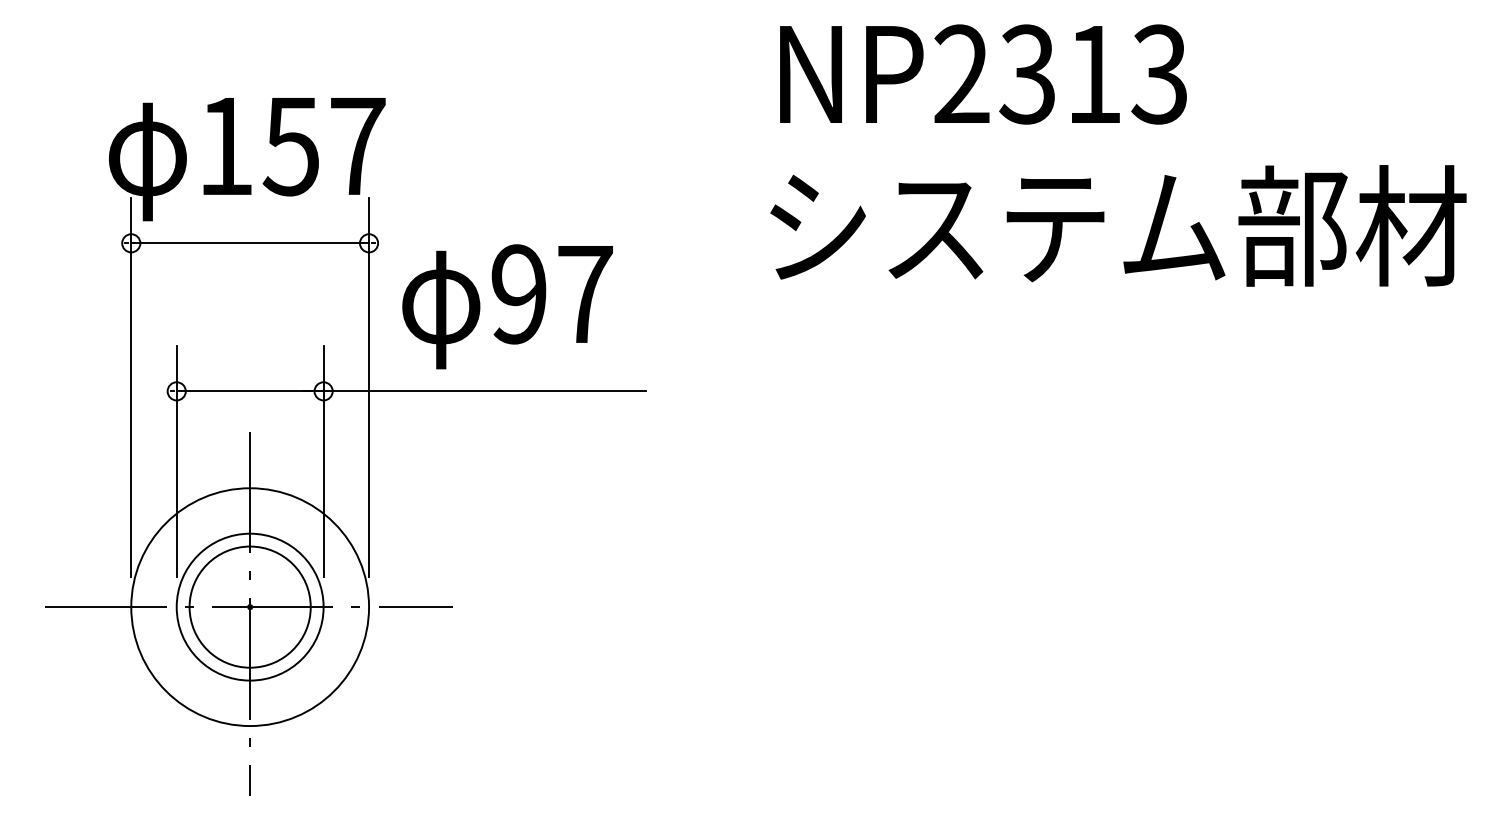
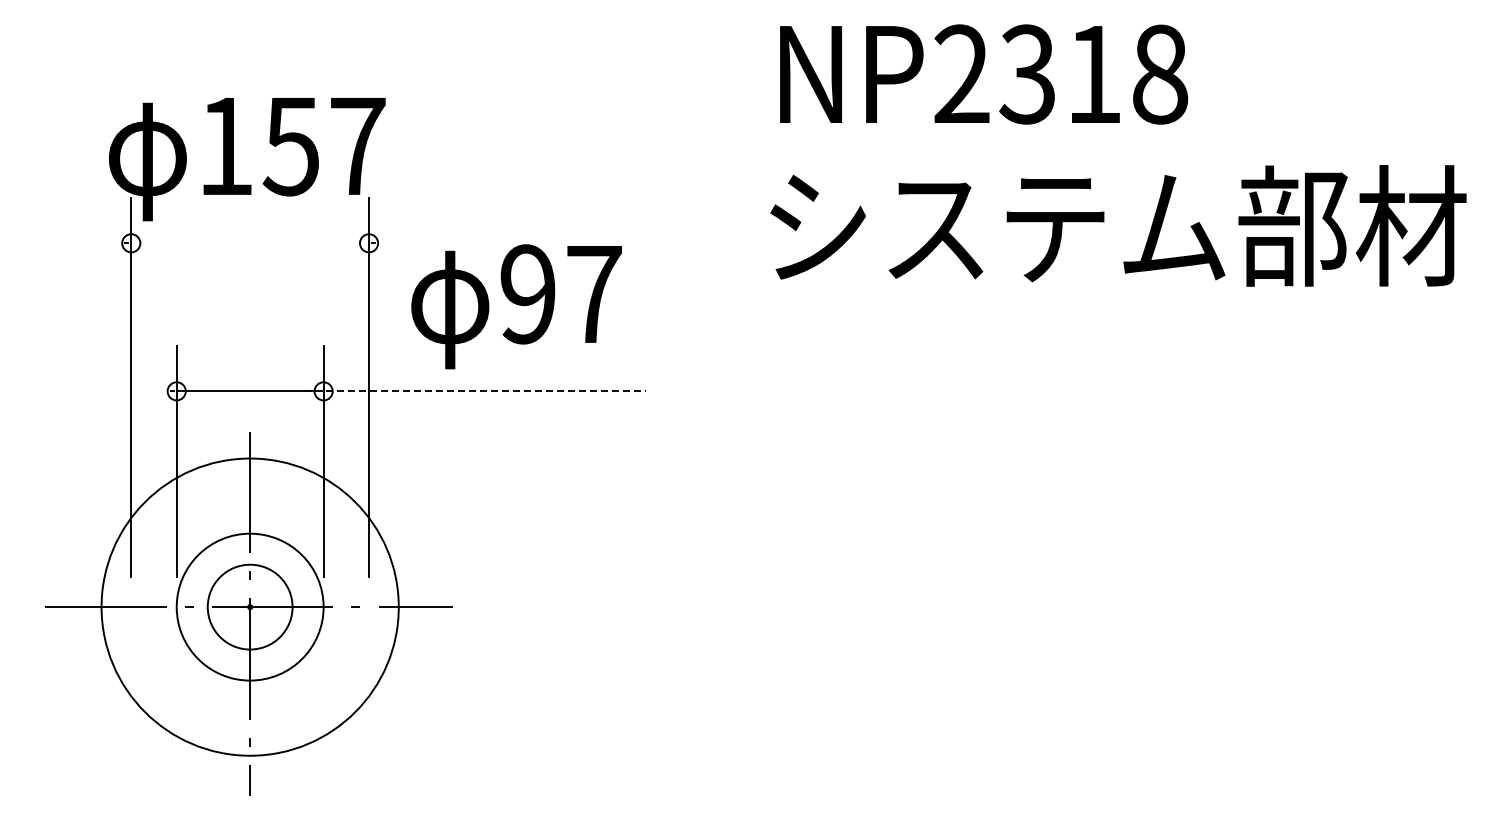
text at (1159, 74): NP2313 -> NP2318
line at (250, 243): present -> none
text at (507, 306) position: (507, 306) -> (516, 306)
line at (475, 391): solid -> dashed
circle at (249, 606) diameter: 121 px -> 85 px
circle at (250, 607) diameter: 238 px -> 297 px
